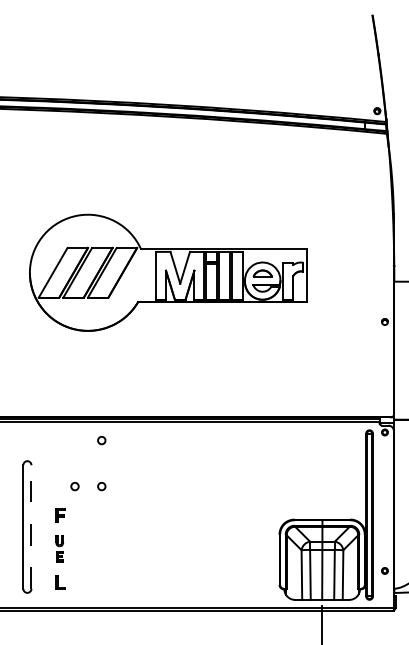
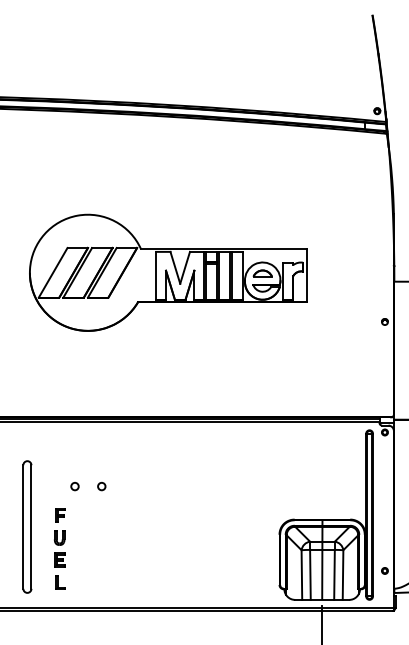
circle at (101, 440): present -> none
line at (31, 527): dashed -> solid
part at (59, 548) size: 10x28 px -> 12x38 px
